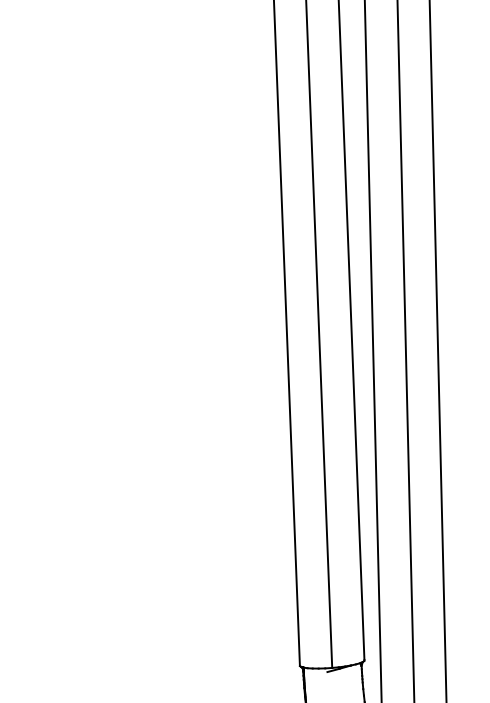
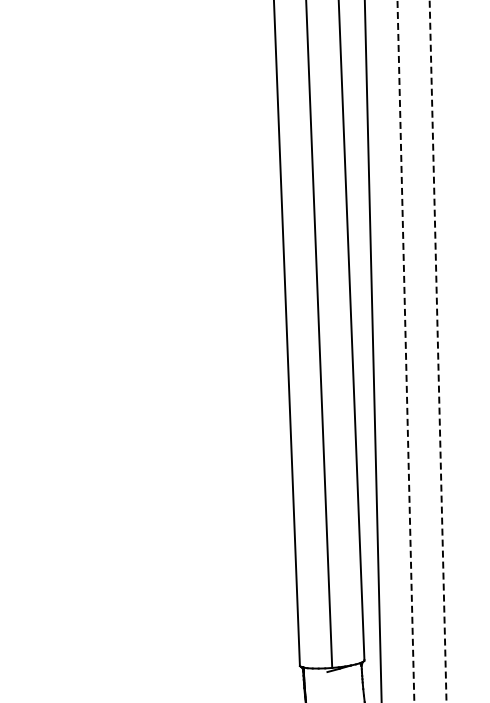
line at (405, 351): solid -> dashed
line at (438, 351): solid -> dashed
